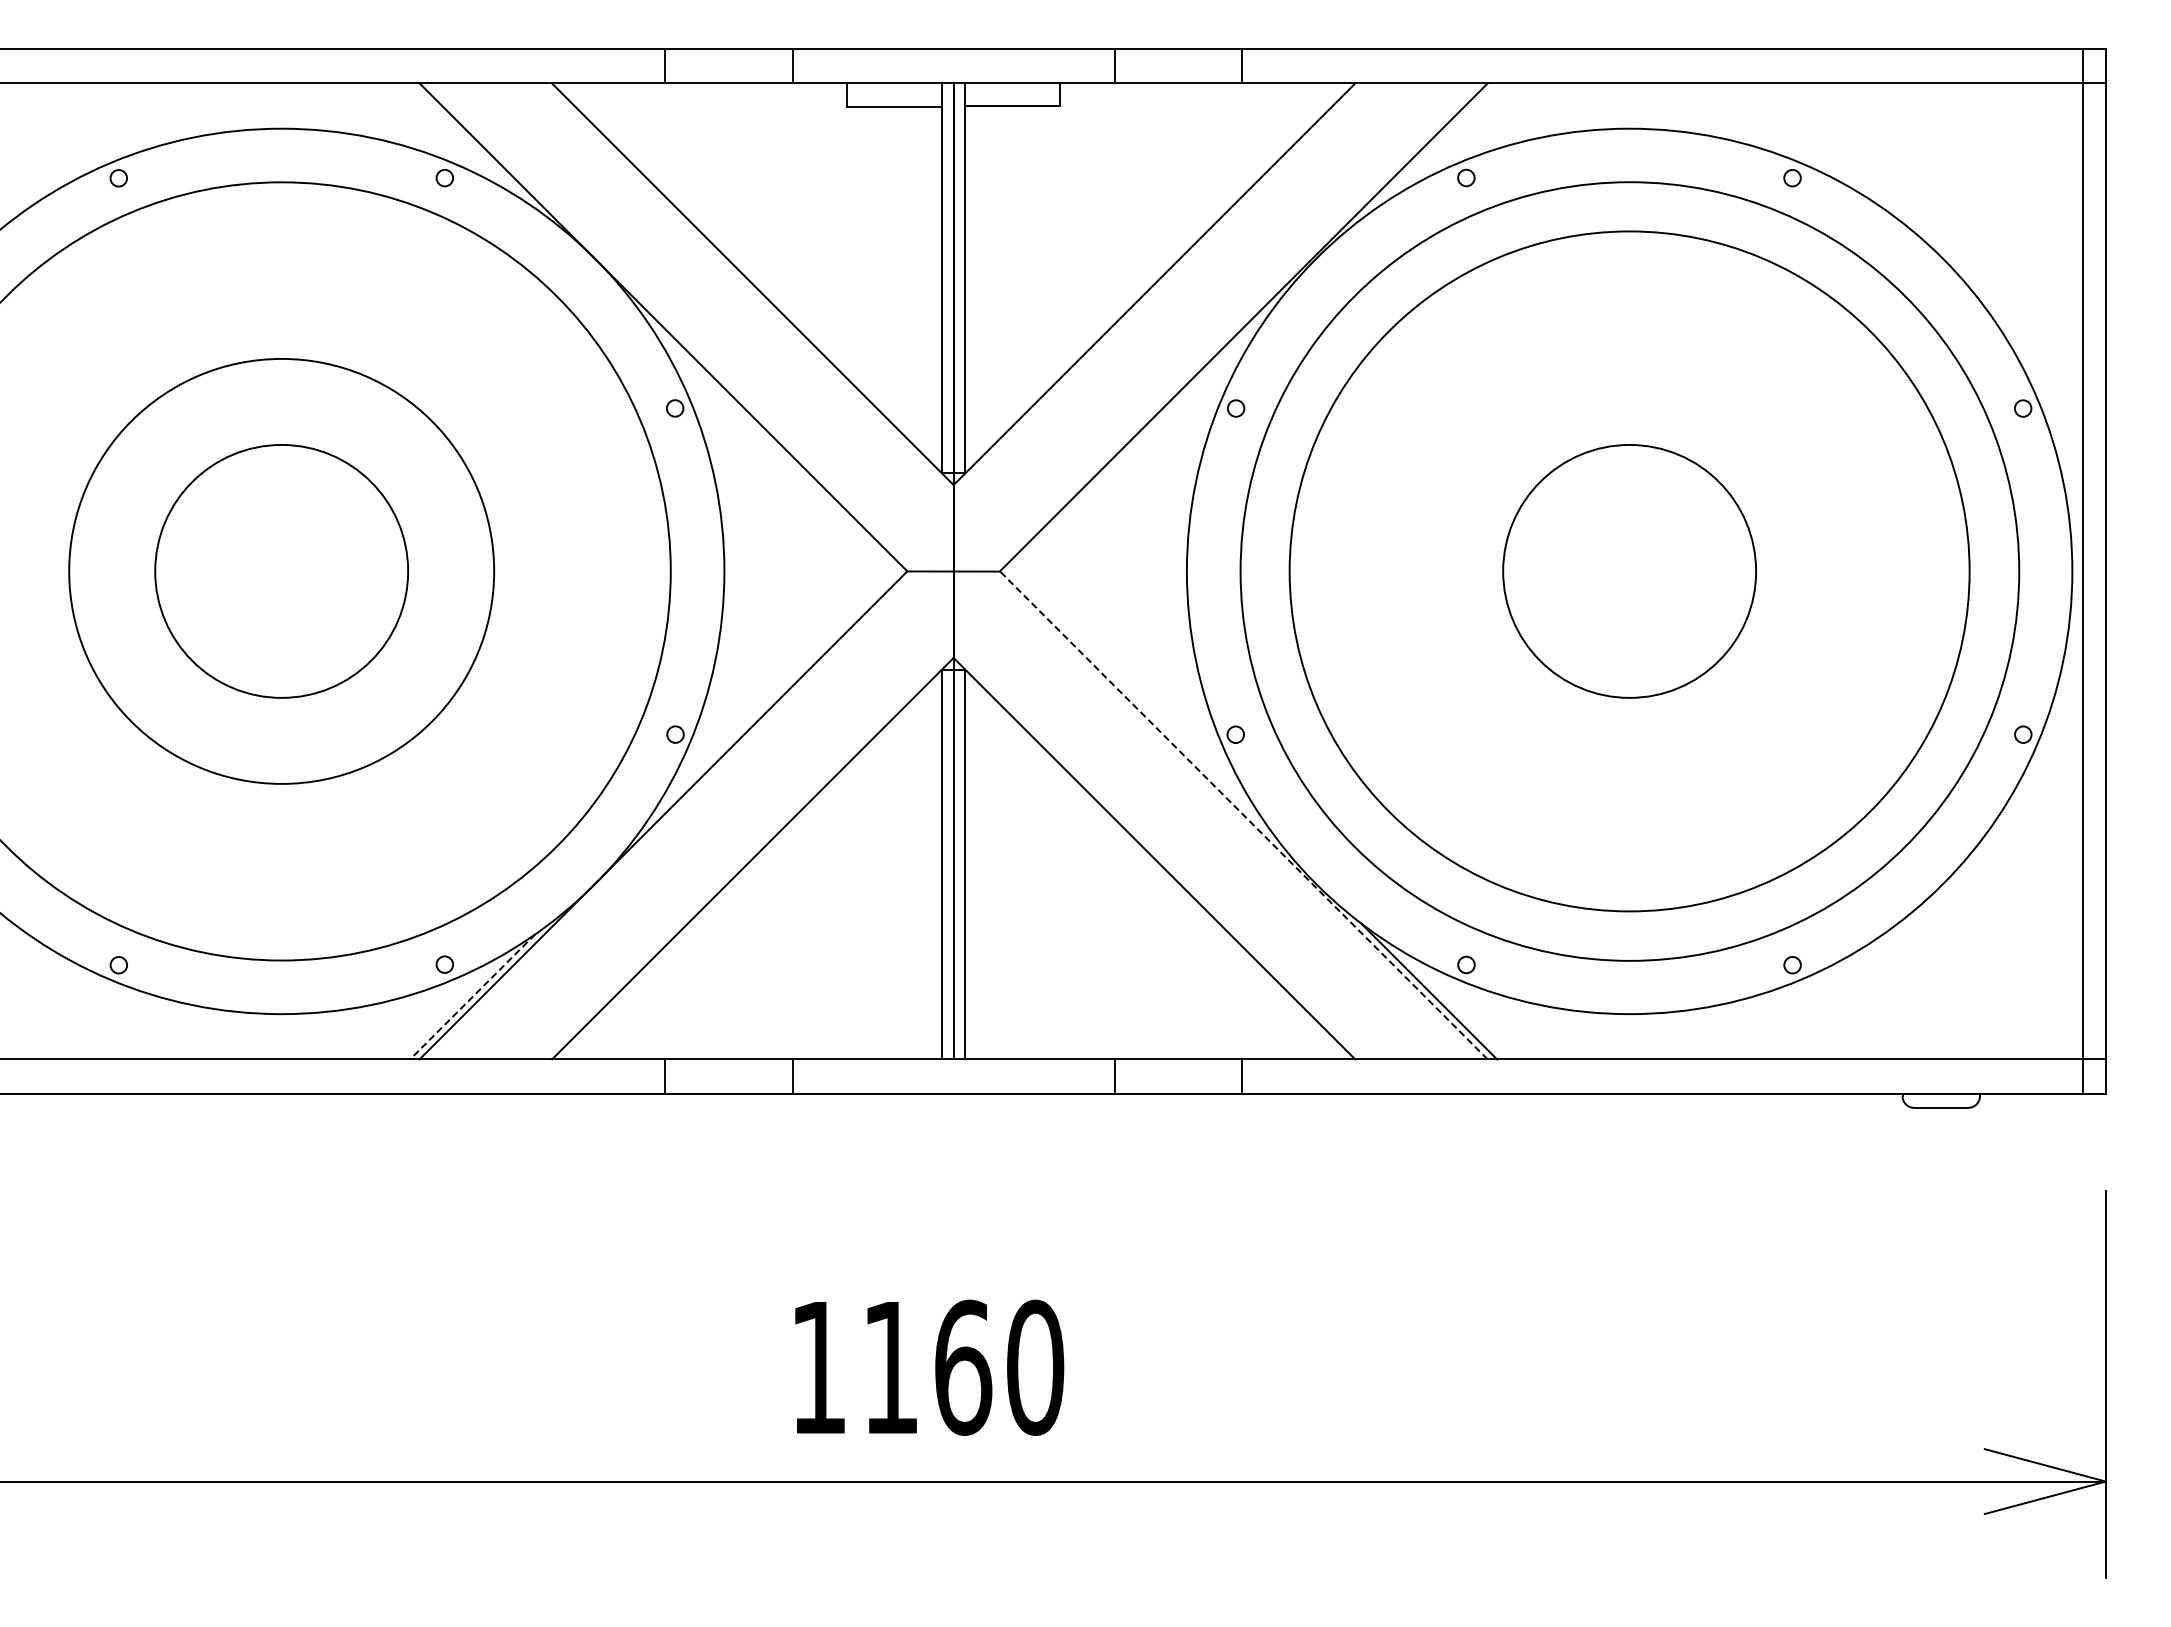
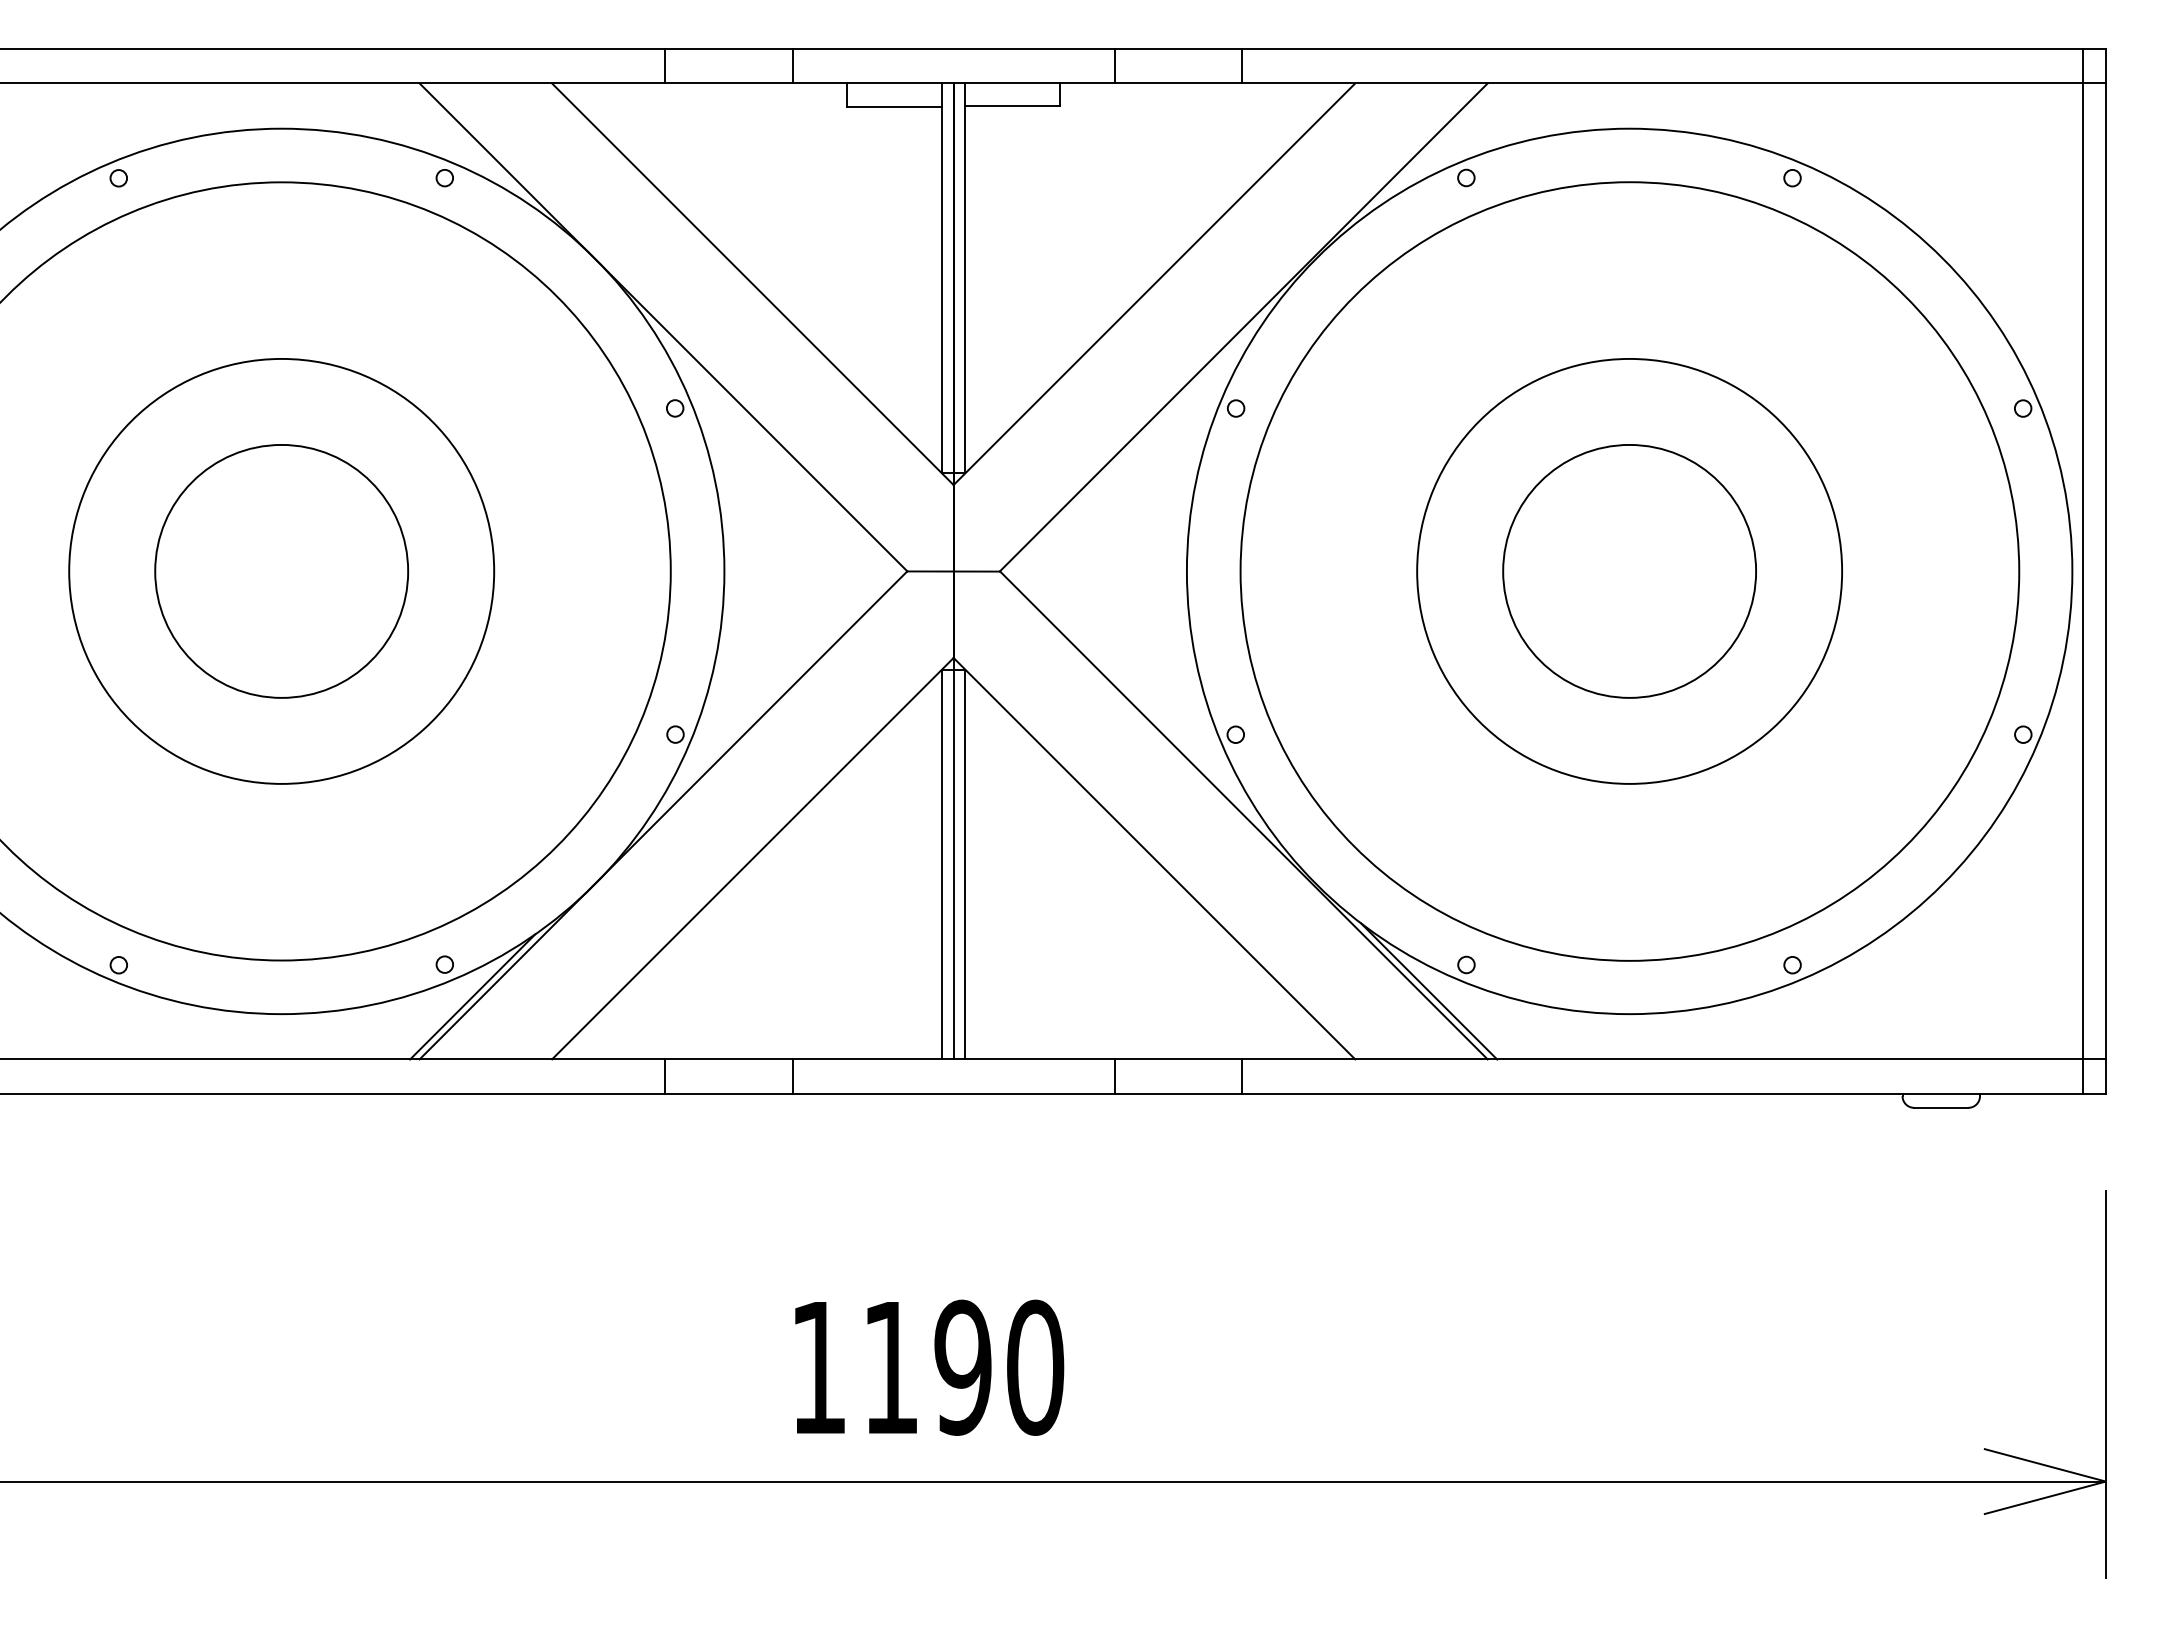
circle at (1629, 571) diameter: 680 px -> 425 px
line at (1243, 815): dashed -> solid
line at (472, 996): dashed -> solid
text at (963, 1367): 1160 -> 1190
